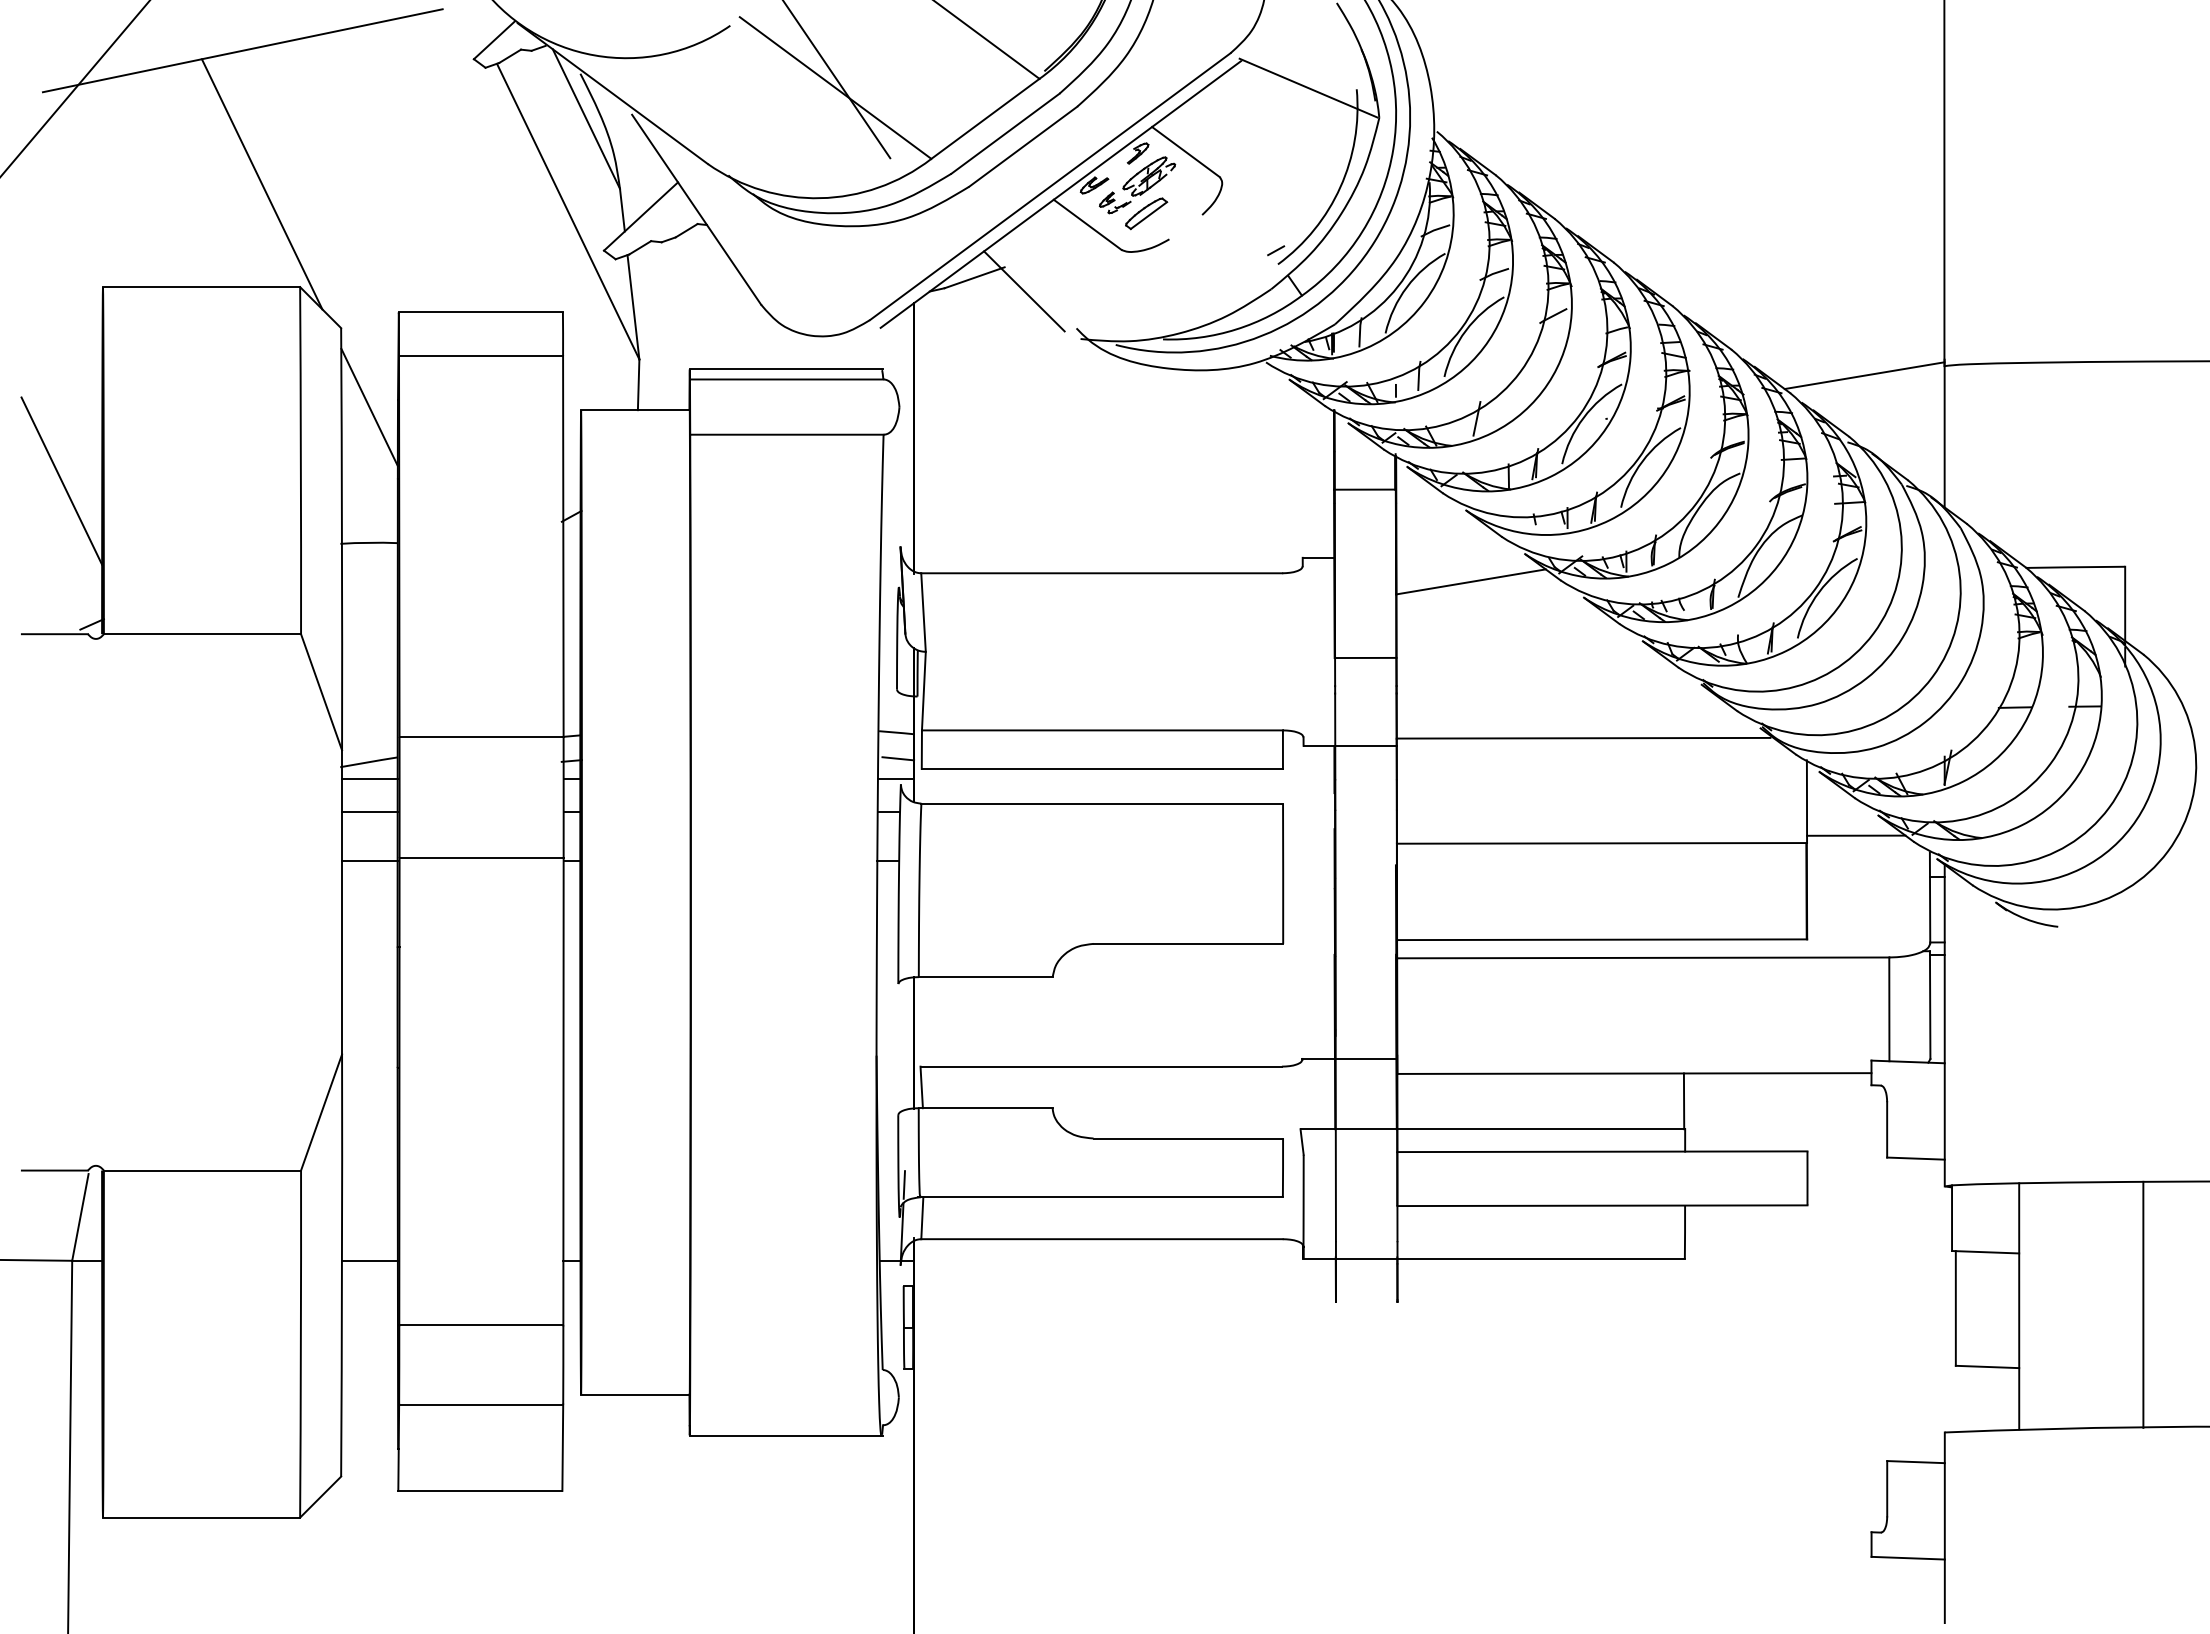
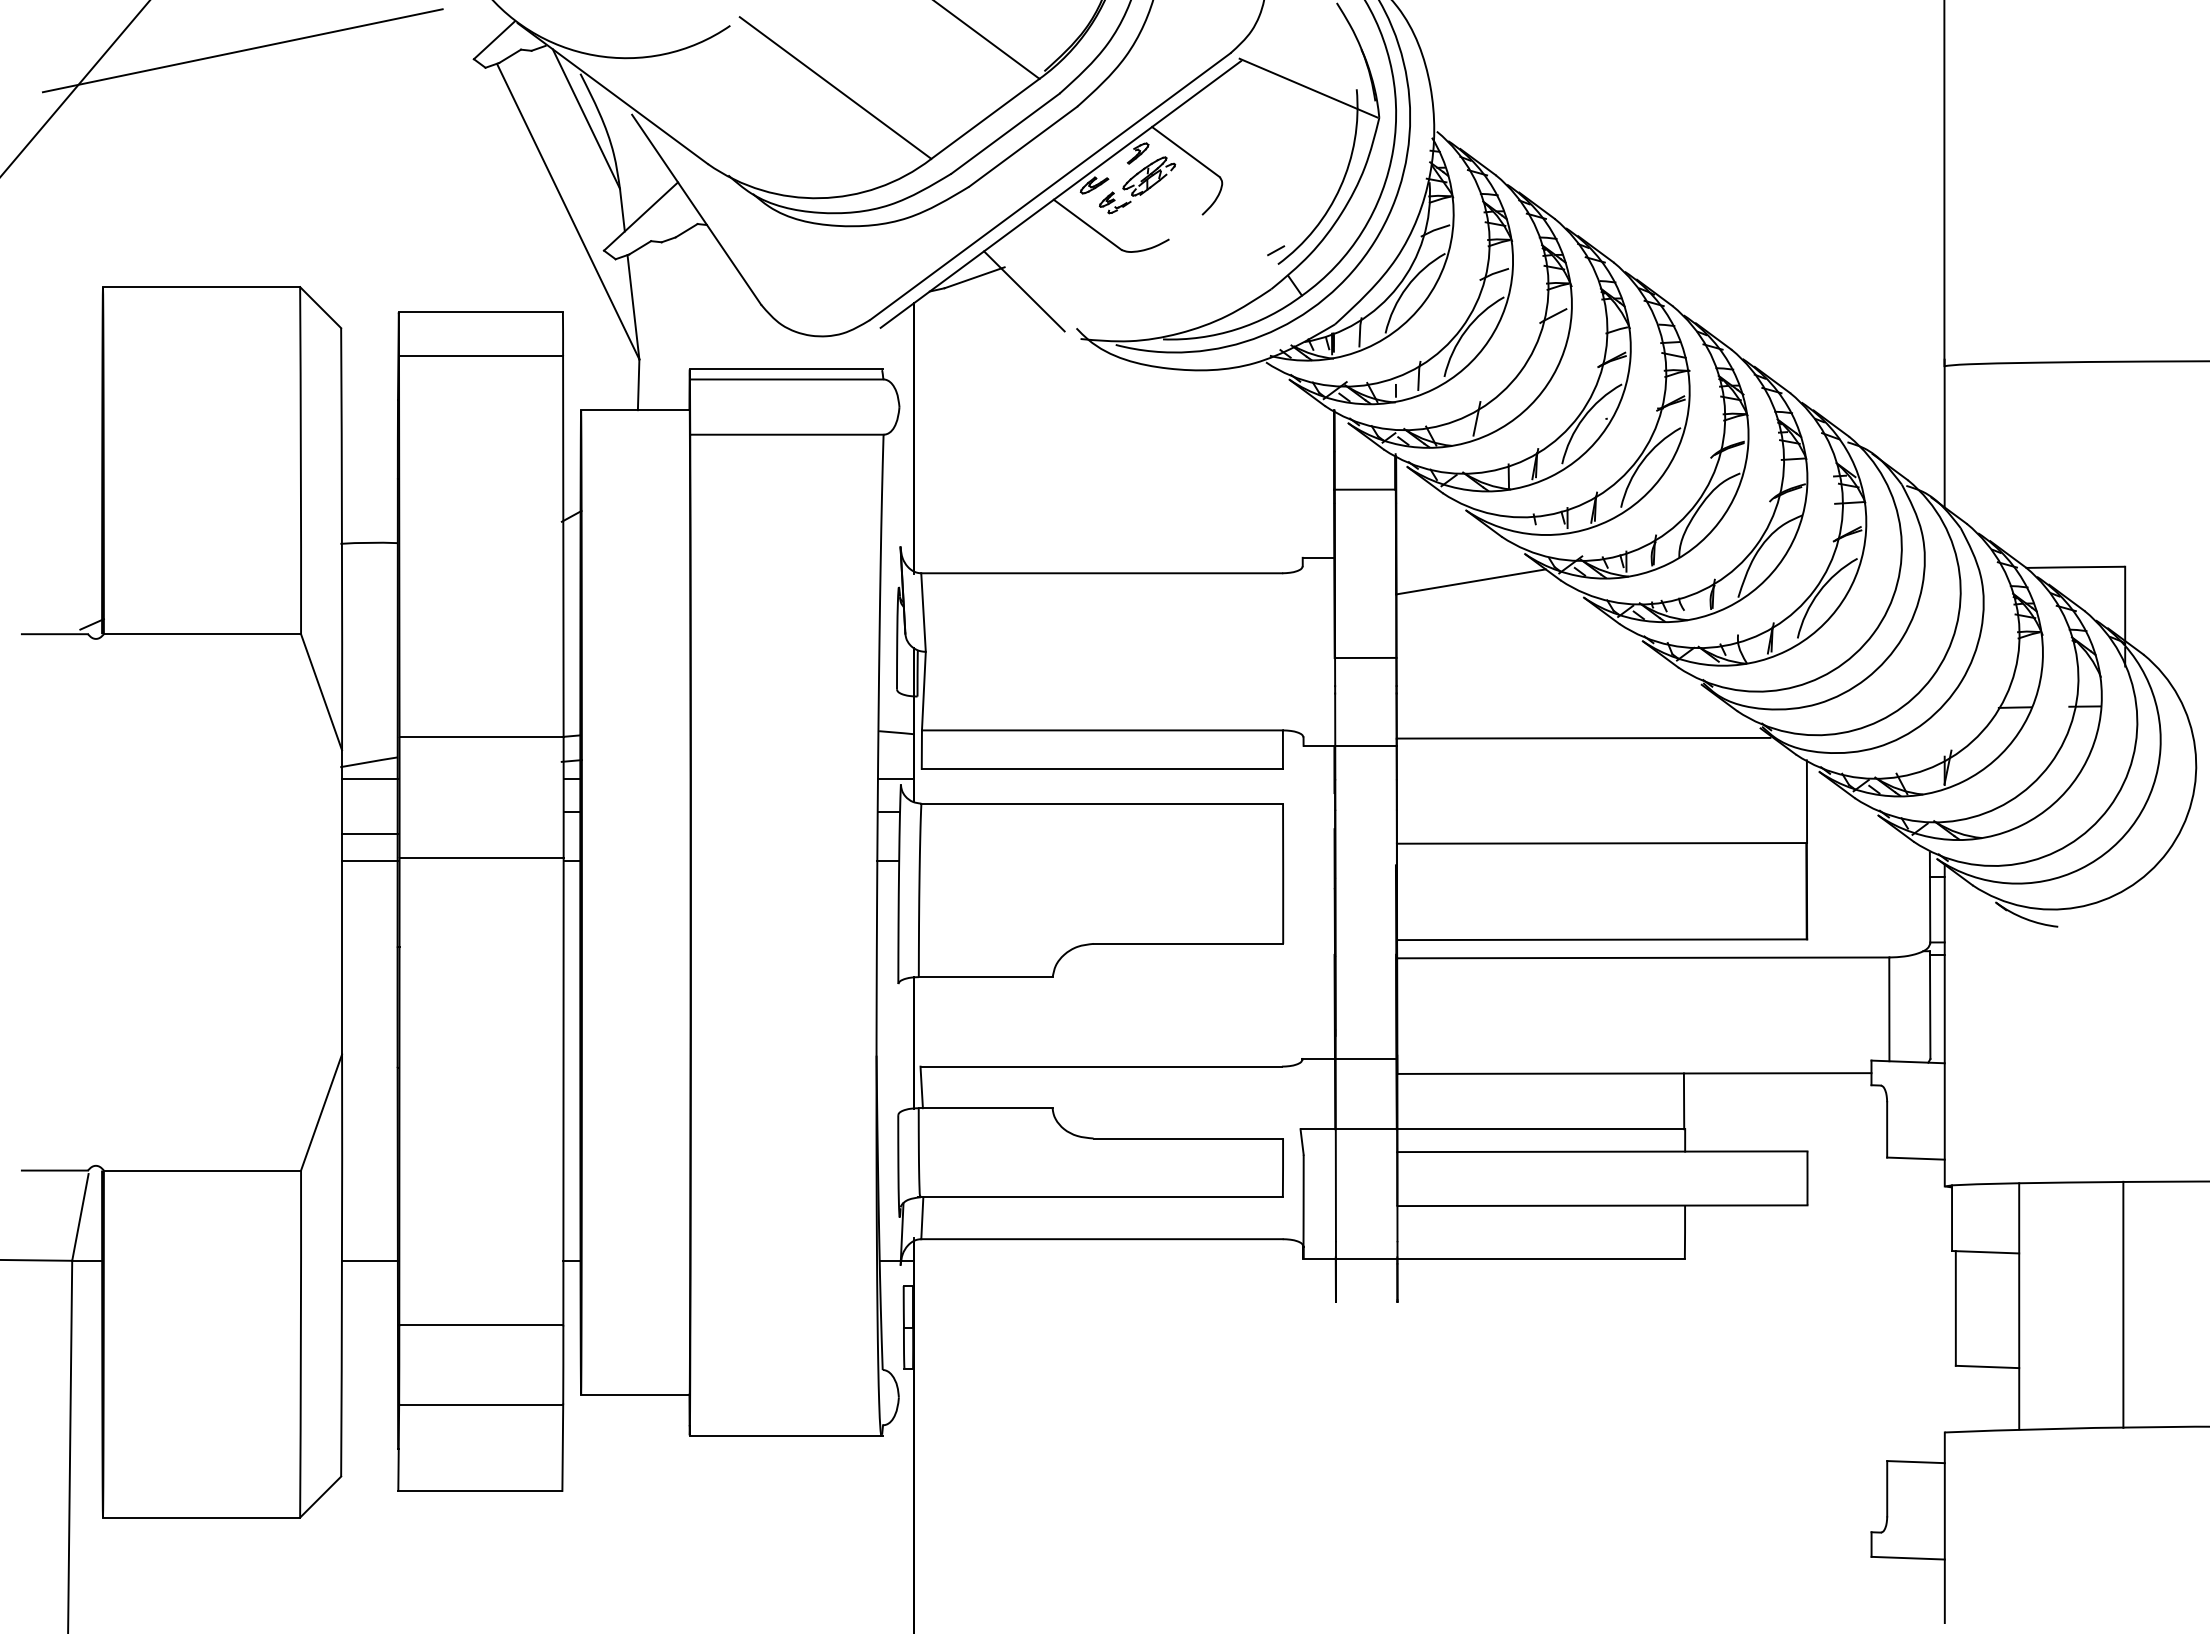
line at (837, 80): present -> none
line at (261, 184): present -> none
part at (1146, 213): present -> none
line at (1864, 375): present -> none
line at (369, 407): present -> none
line at (61, 480): present -> none
line at (898, 758): present -> none
line at (369, 812) position: (369, 812) -> (369, 834)
line at (1856, 835): present -> none
line at (904, 1184): present -> none
line at (2143, 1304) position: (2143, 1304) -> (2123, 1304)
